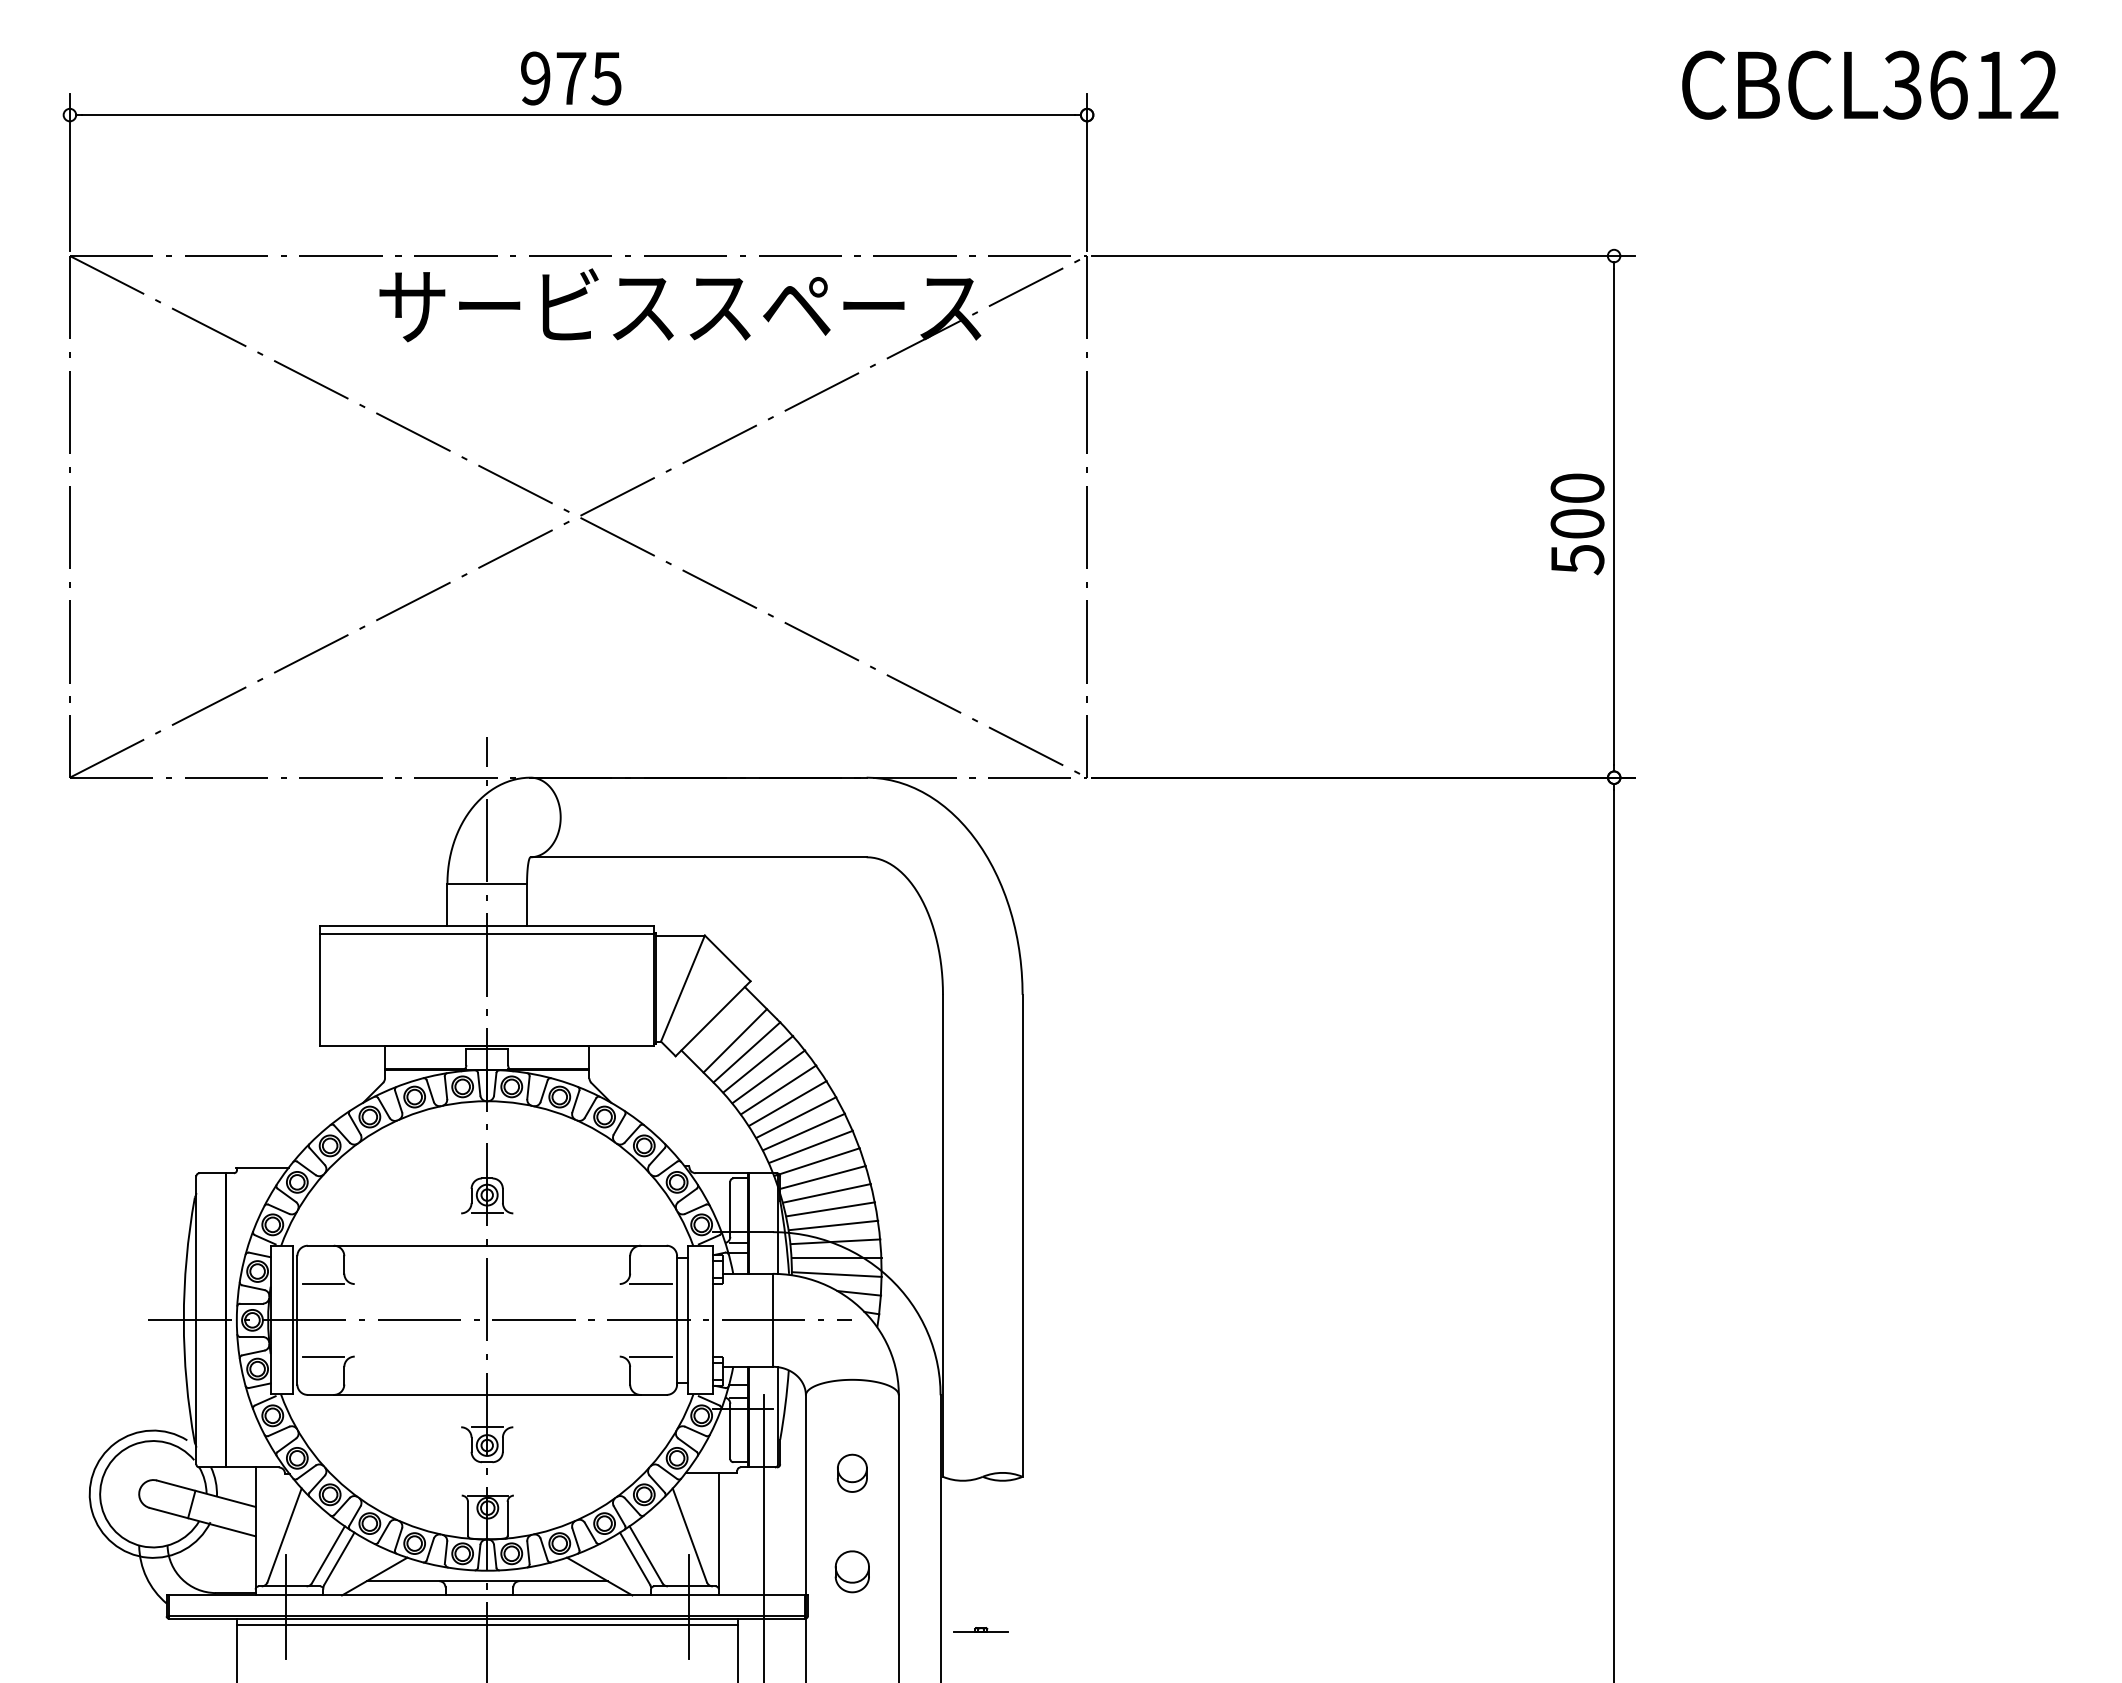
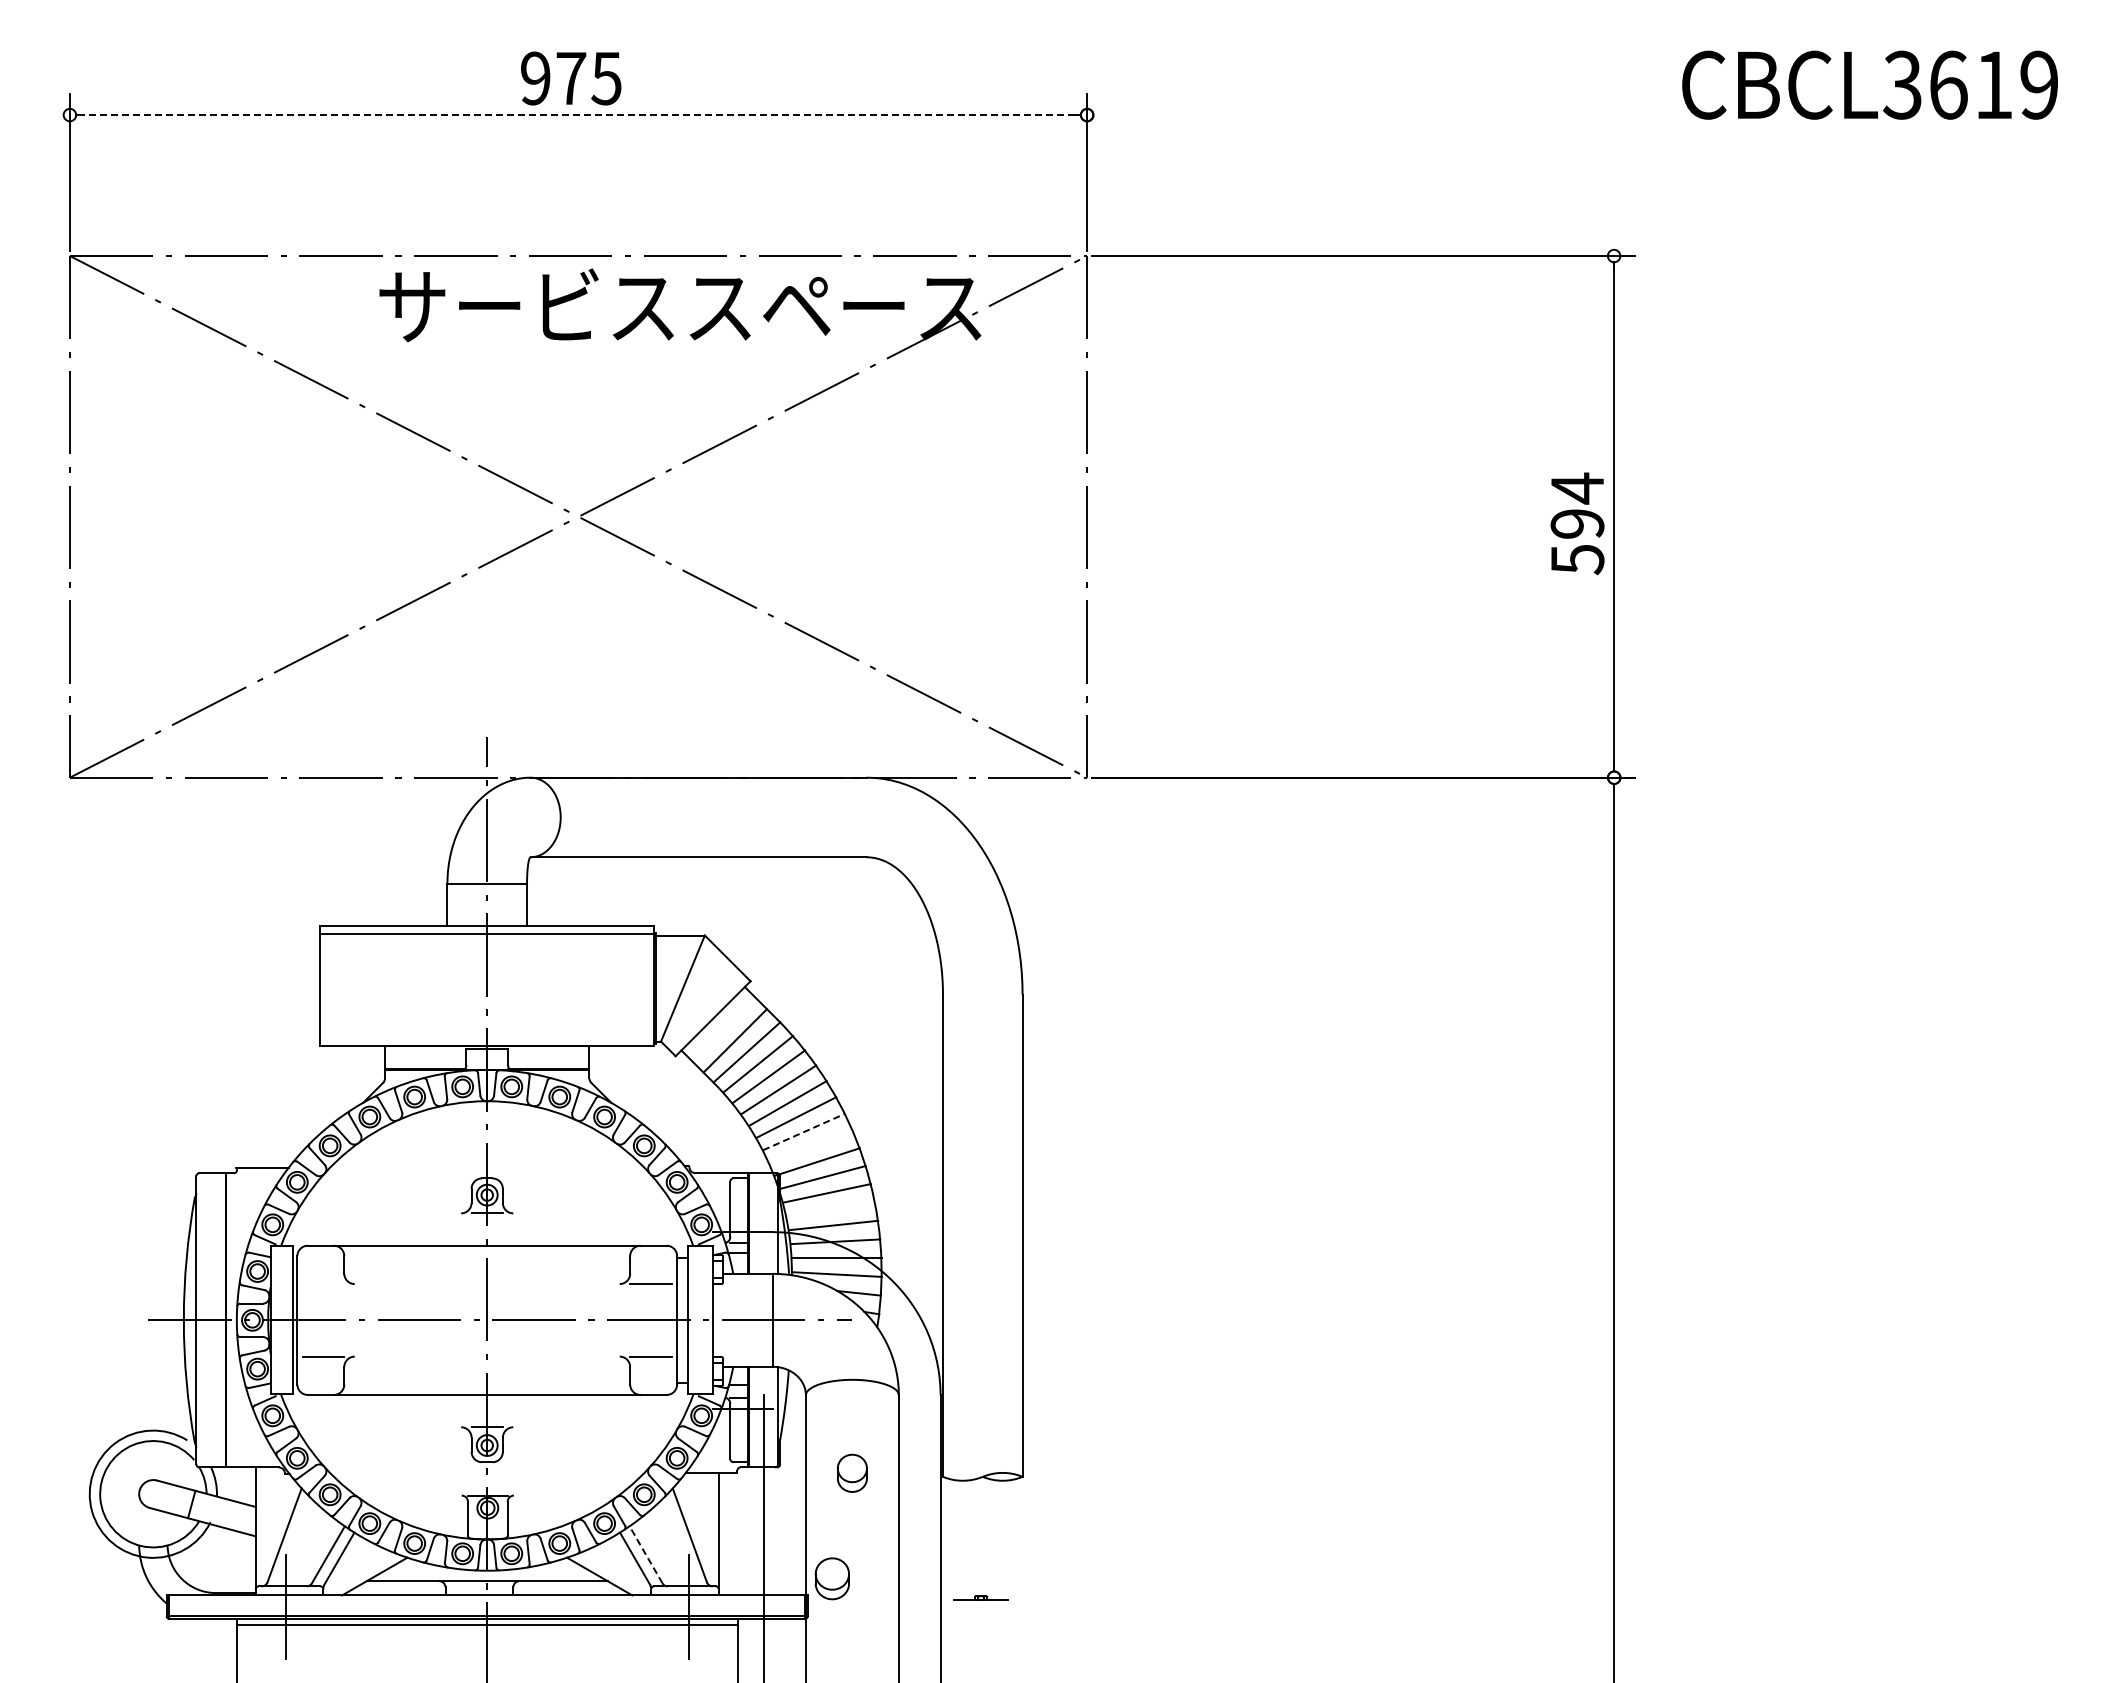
text at (2039, 85): CBCL3612 -> CBCL3619
line at (578, 115): solid -> dashed
text at (1577, 505): 500 -> 594
line at (804, 1132): solid -> dashed
line at (810, 1146): present -> none
line at (830, 1209): present -> none
line at (323, 1284): present -> none
line at (646, 1554): solid -> dashed
part at (851, 1571) position: (851, 1571) -> (831, 1578)
part at (980, 1629) position: (980, 1629) -> (980, 1597)
